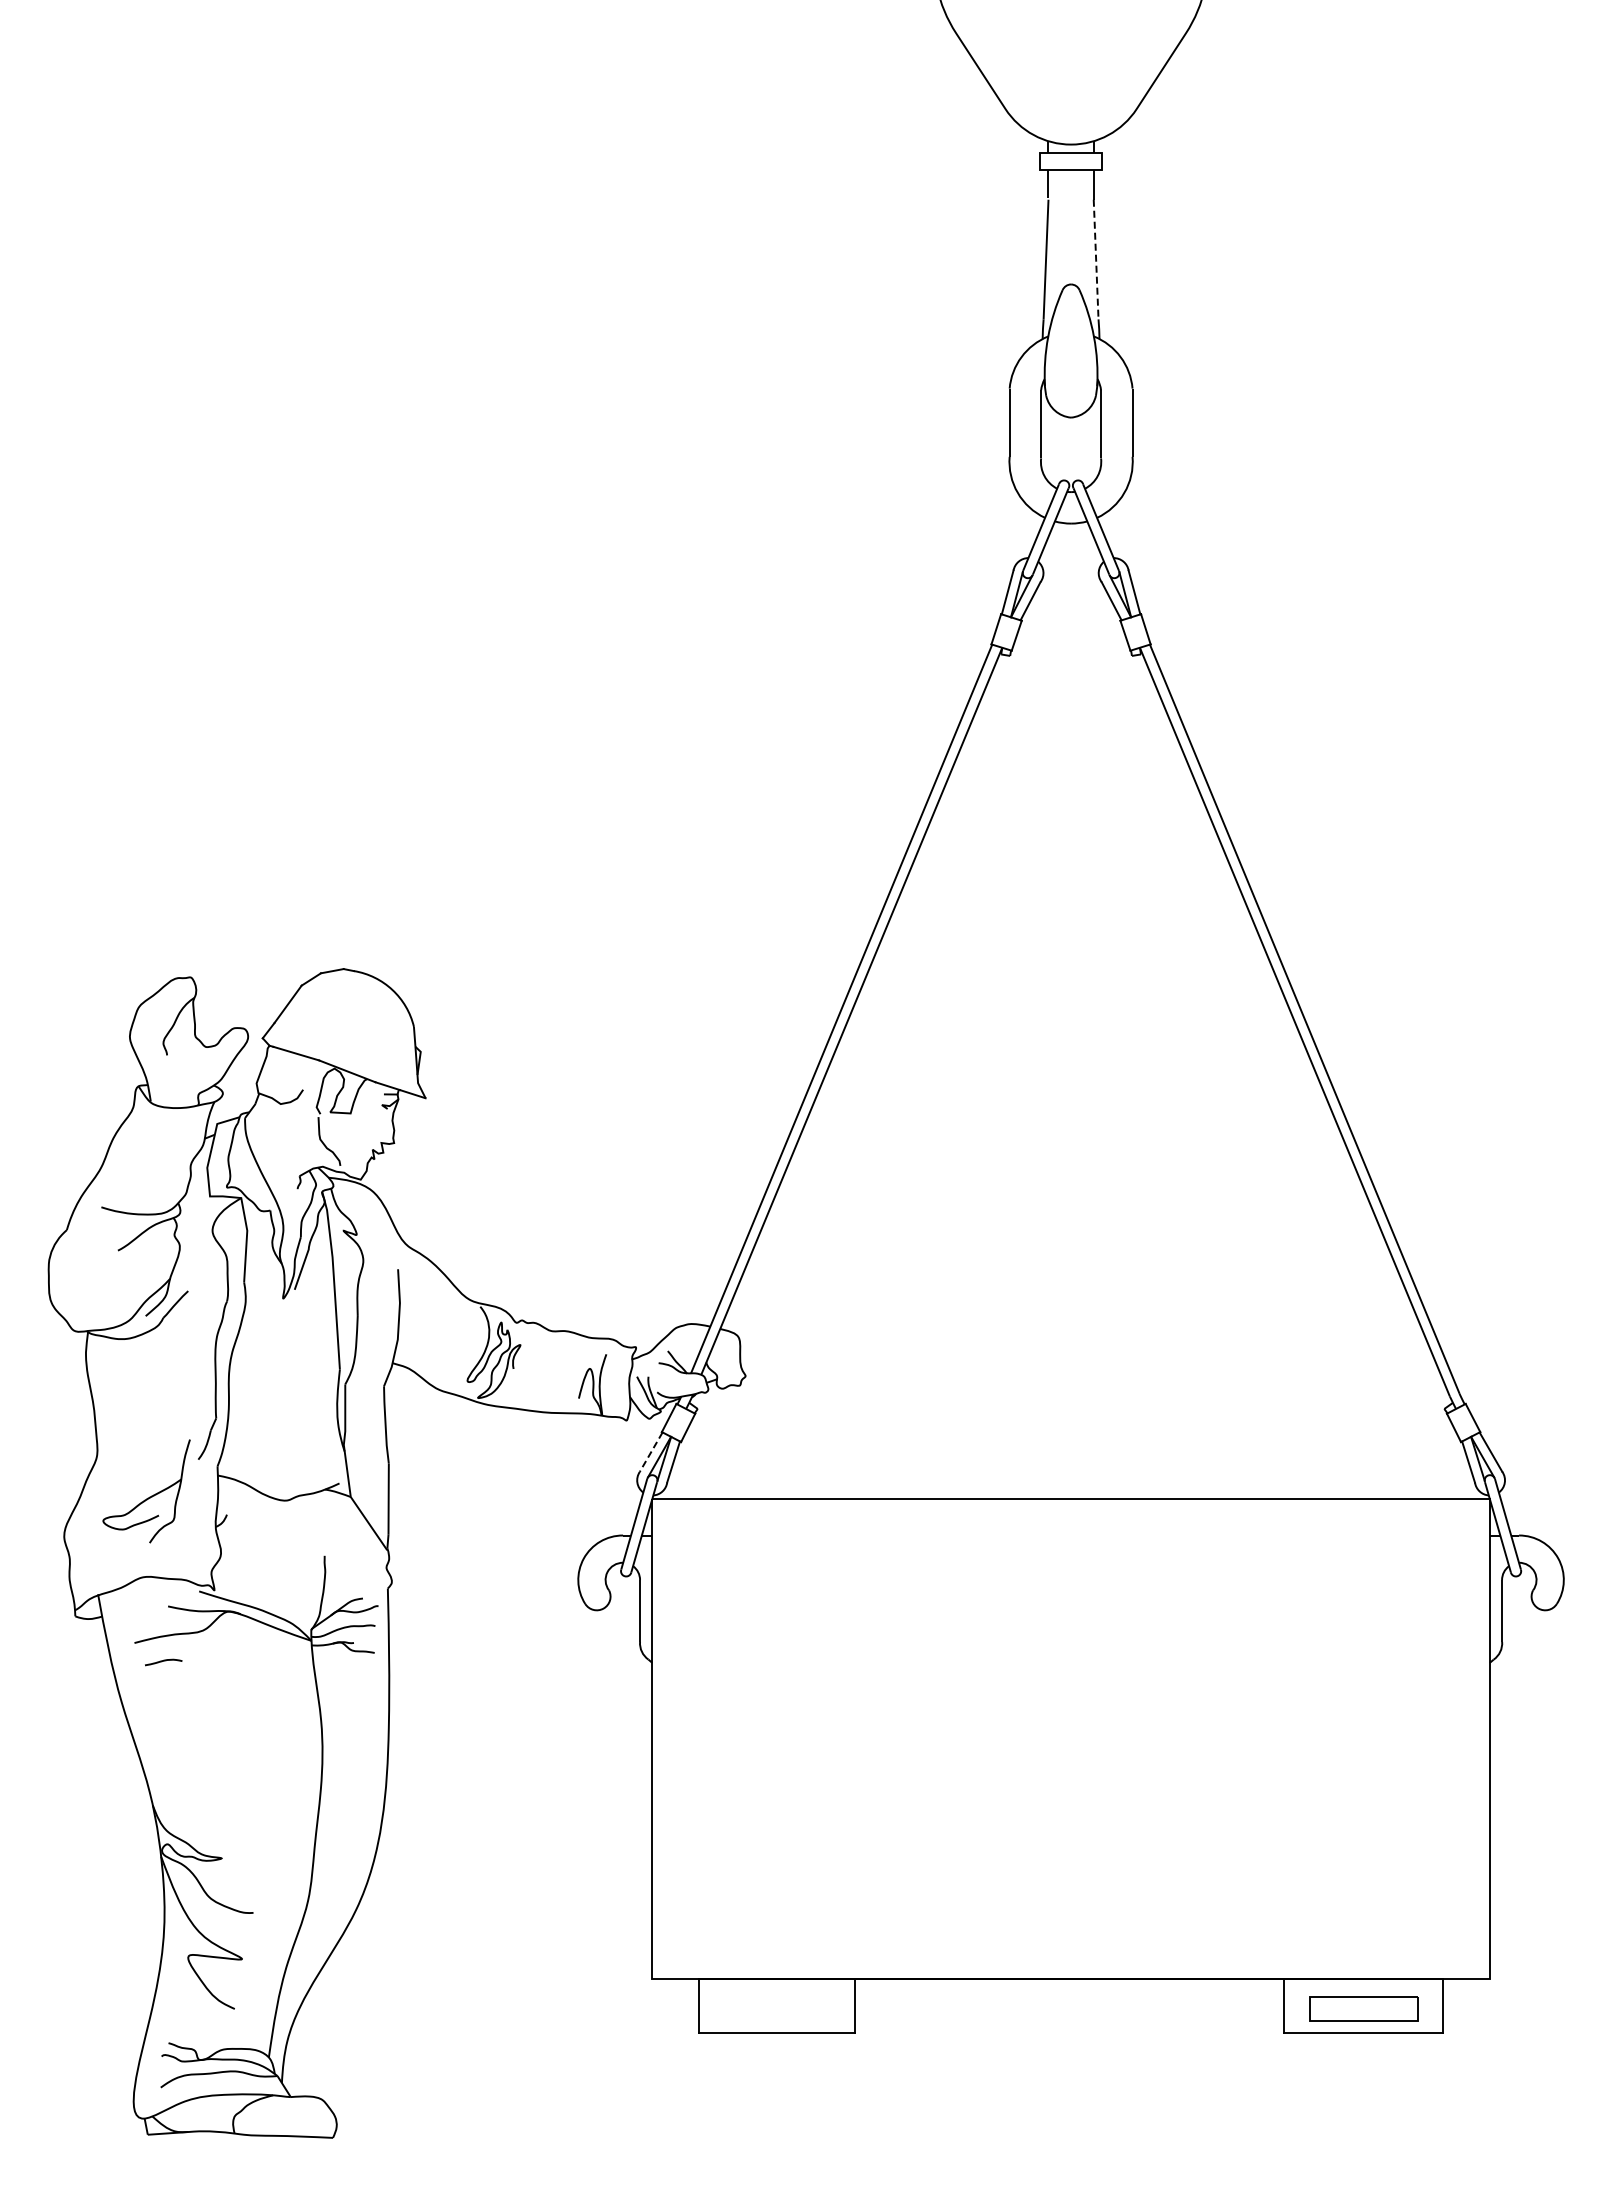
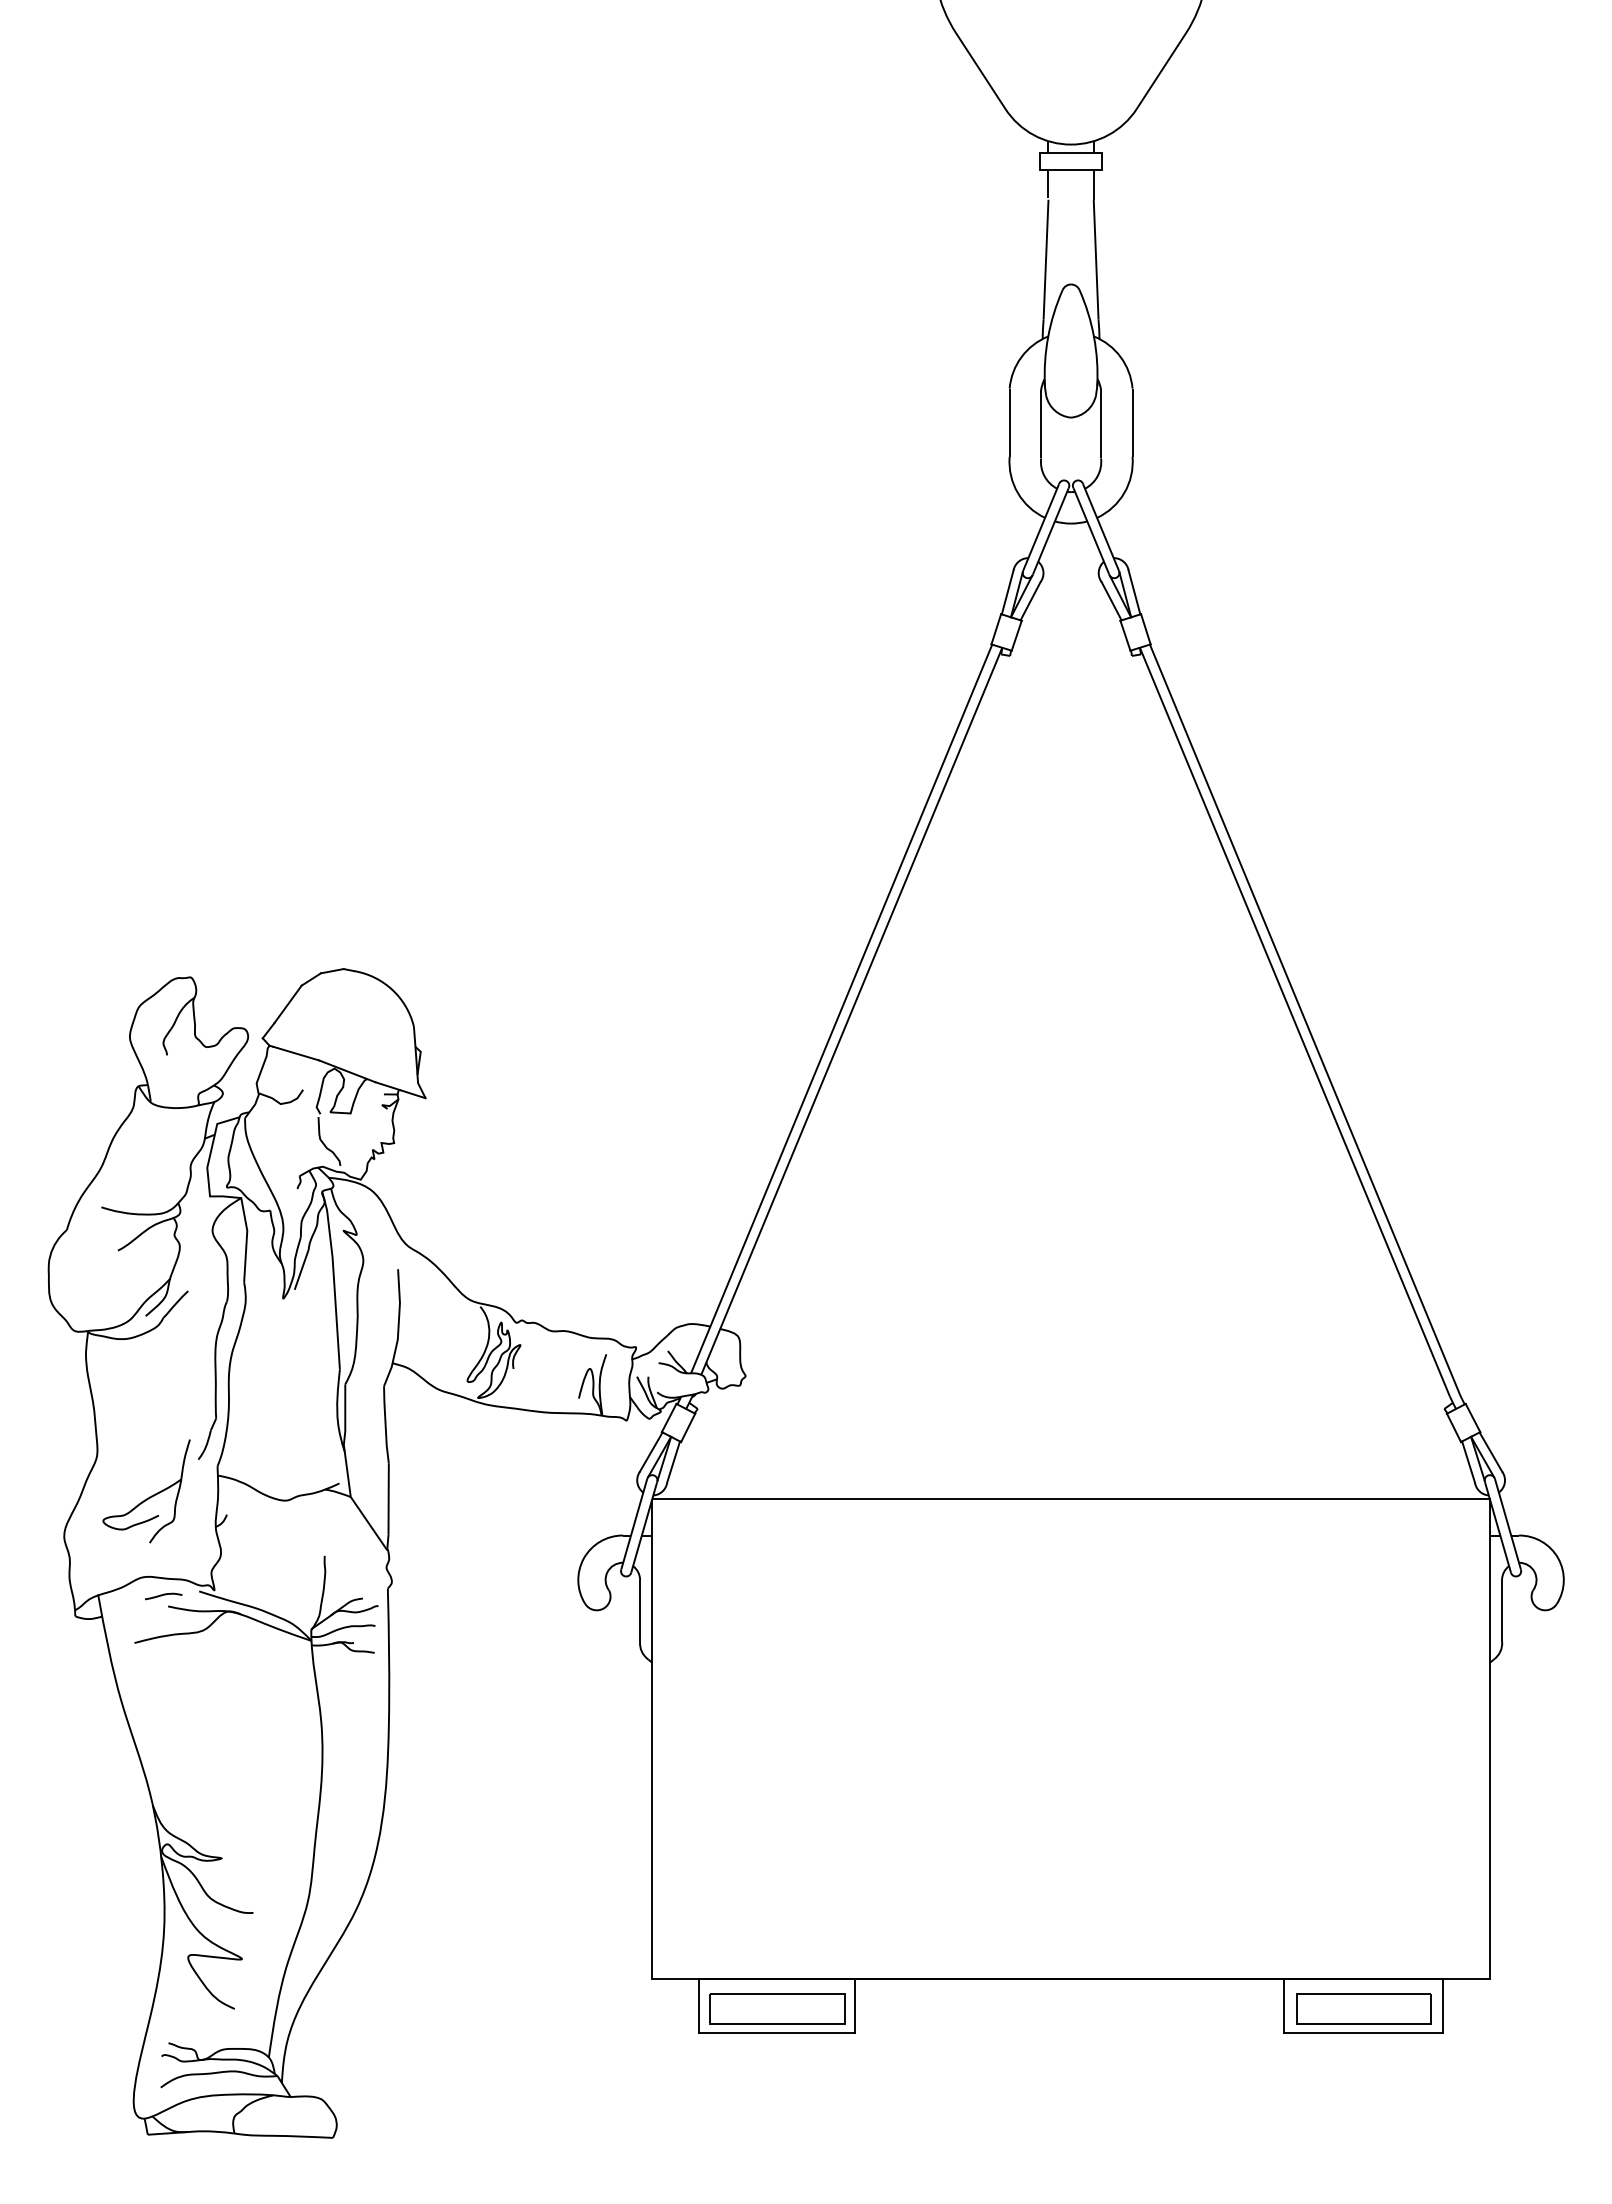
line at (1096, 259): dashed -> solid
line at (651, 1452): dashed -> solid
curve at (163, 1661) position: (163, 1661) -> (163, 1595)
part at (777, 2008): none -> present
part at (1363, 2008) size: 110x26 px -> 136x32 px
